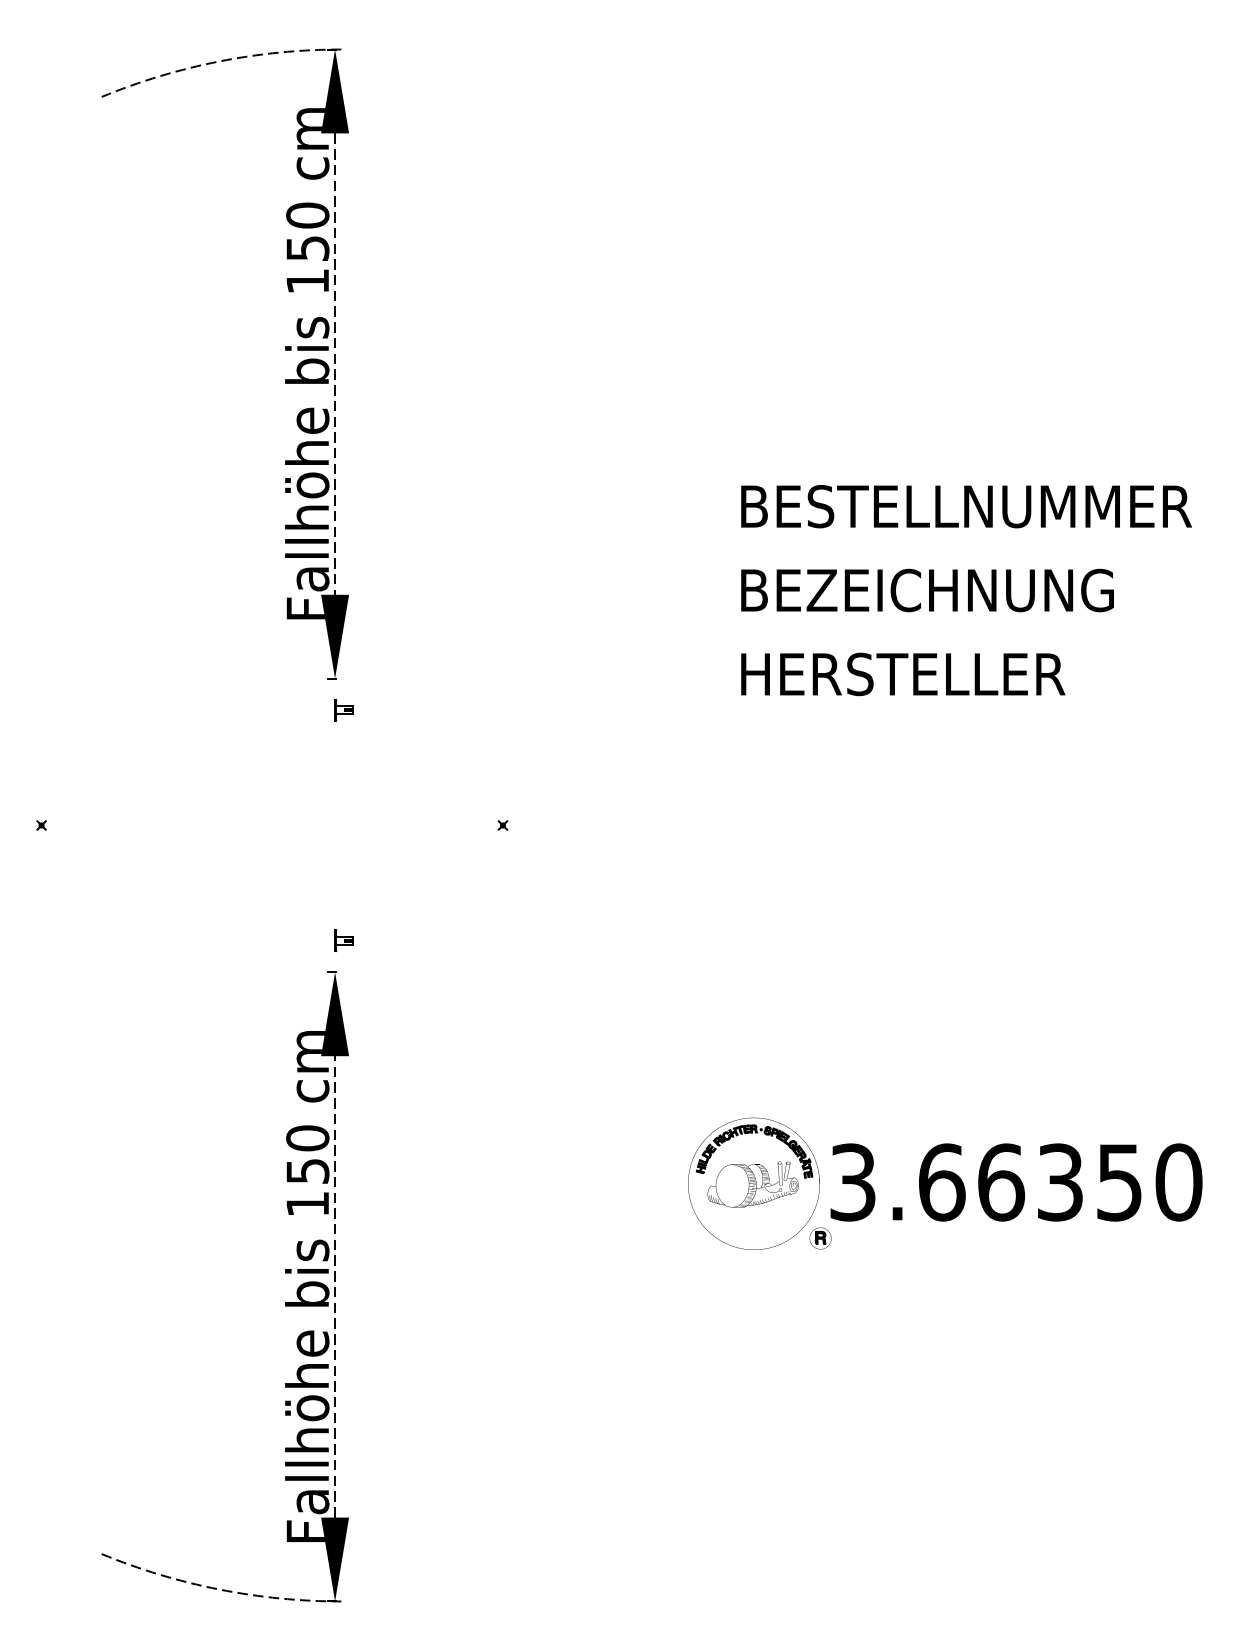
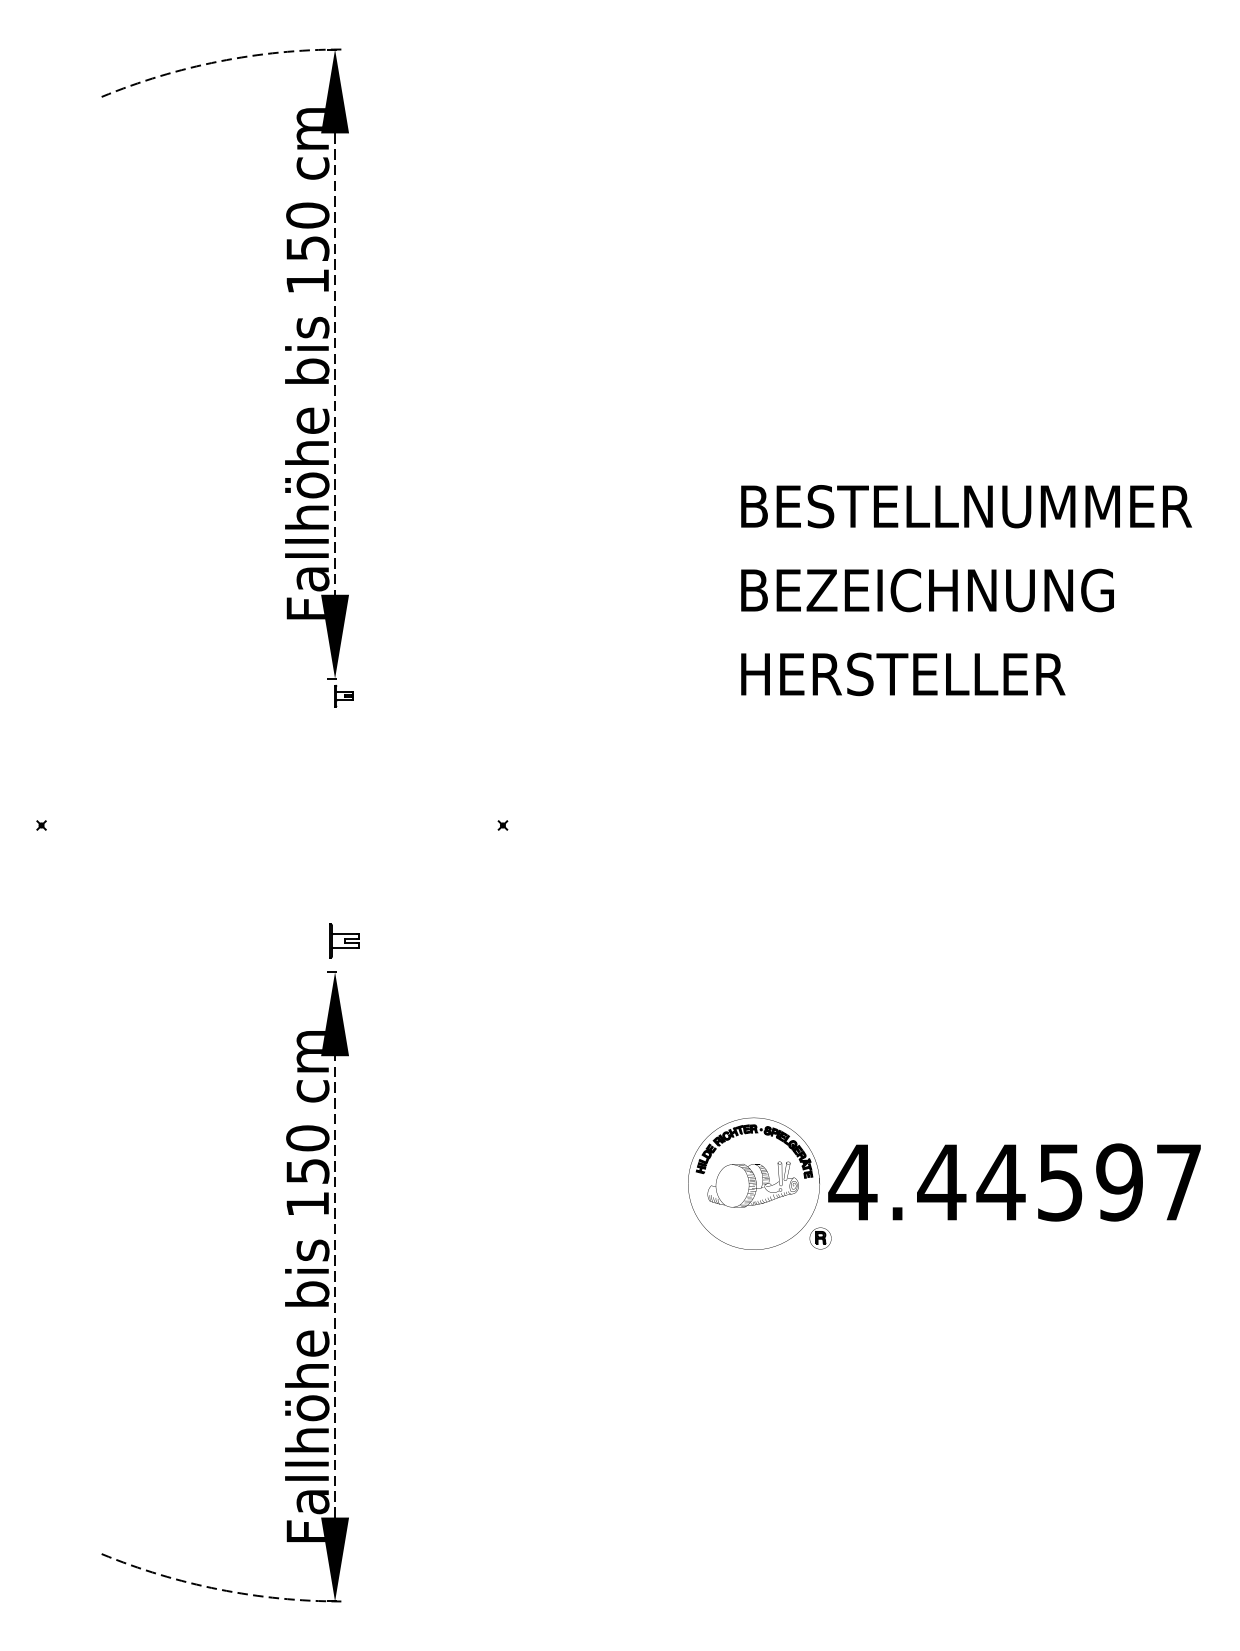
part at (343, 710) position: (343, 710) -> (343, 696)
part at (343, 940) size: 20x23 px -> 31x36 px
text at (1015, 1182): 3.66350 -> 4.44597
